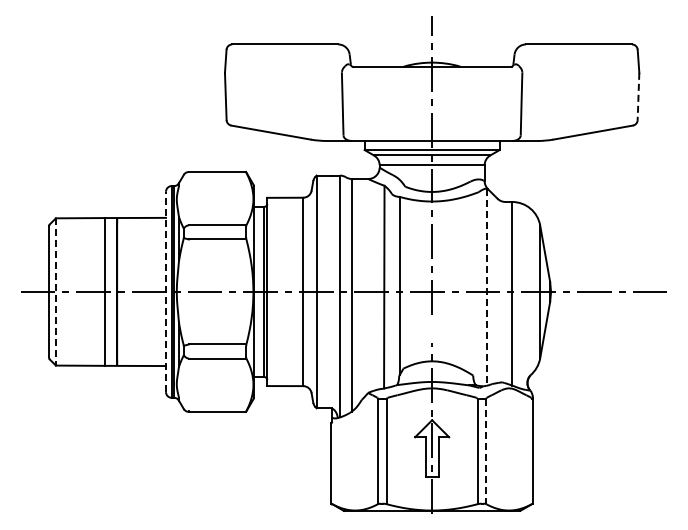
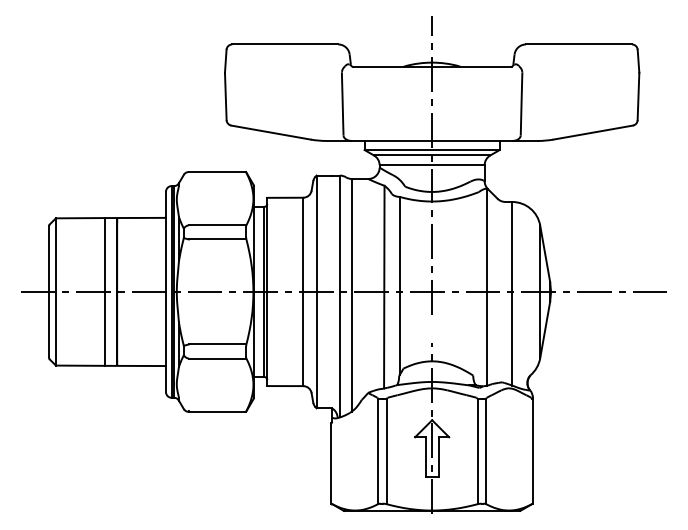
line at (638, 96): dashed -> solid
line at (486, 287): dashed -> solid
line at (55, 291): dashed -> solid
line at (166, 291): dashed -> solid
line at (486, 451): dashed -> solid
